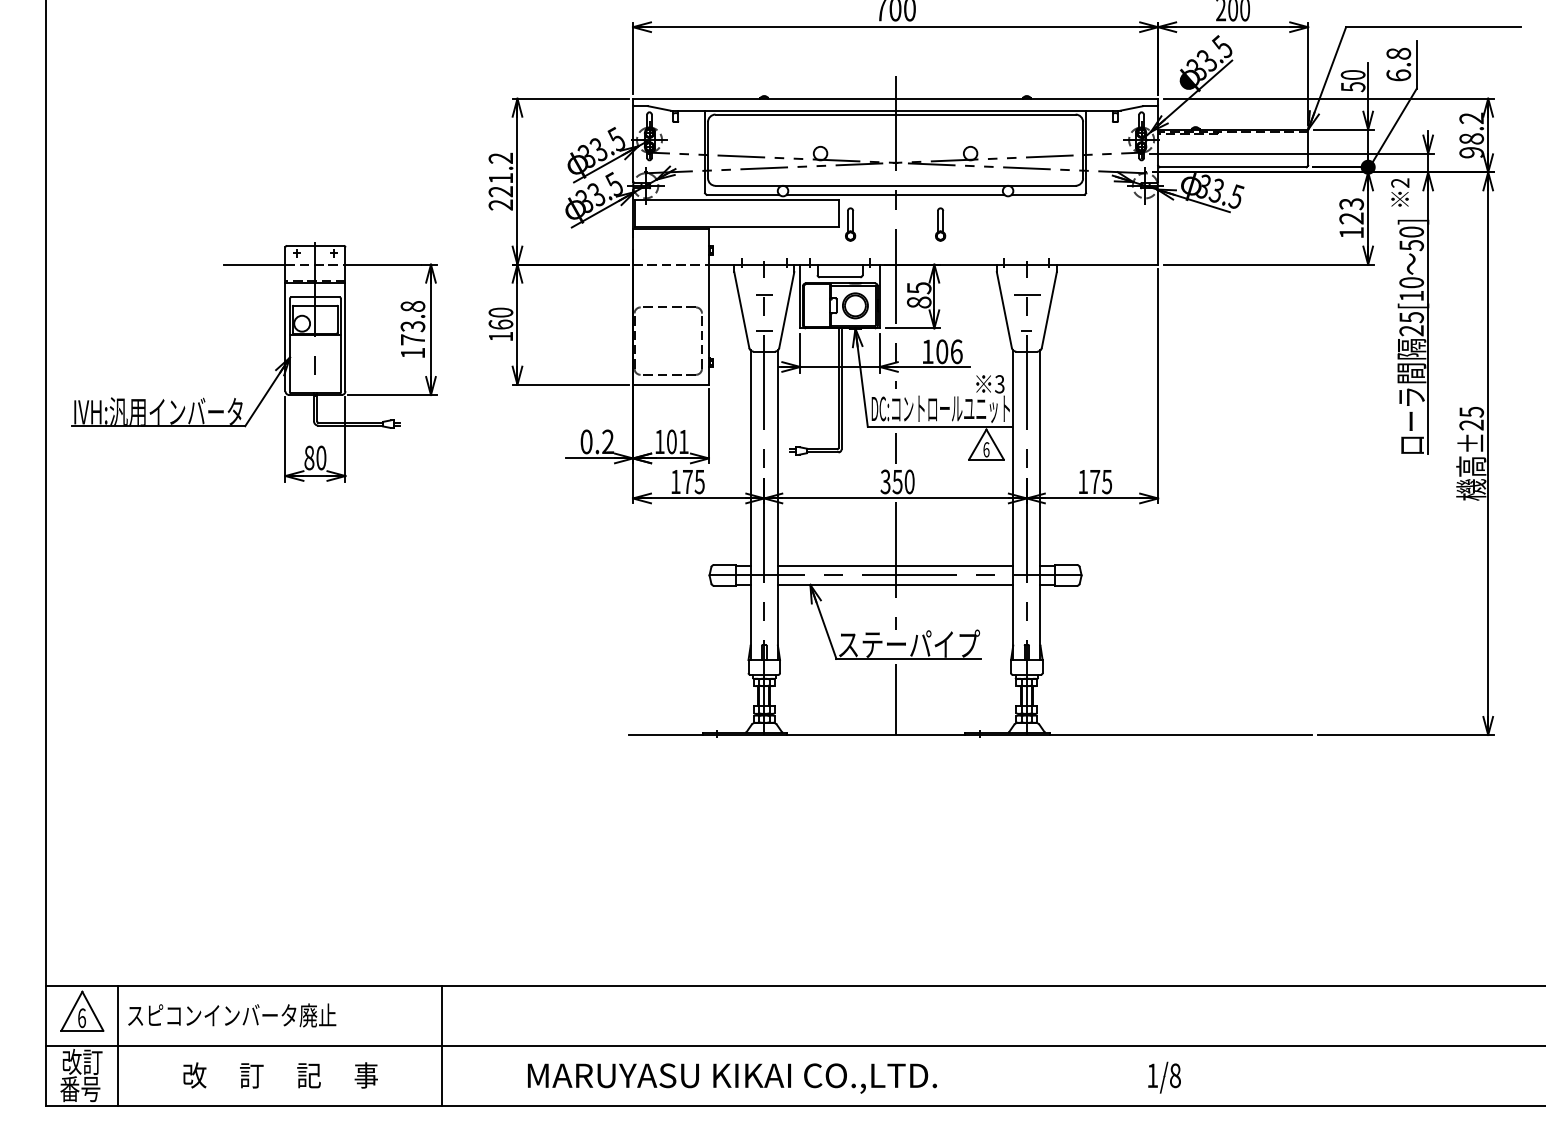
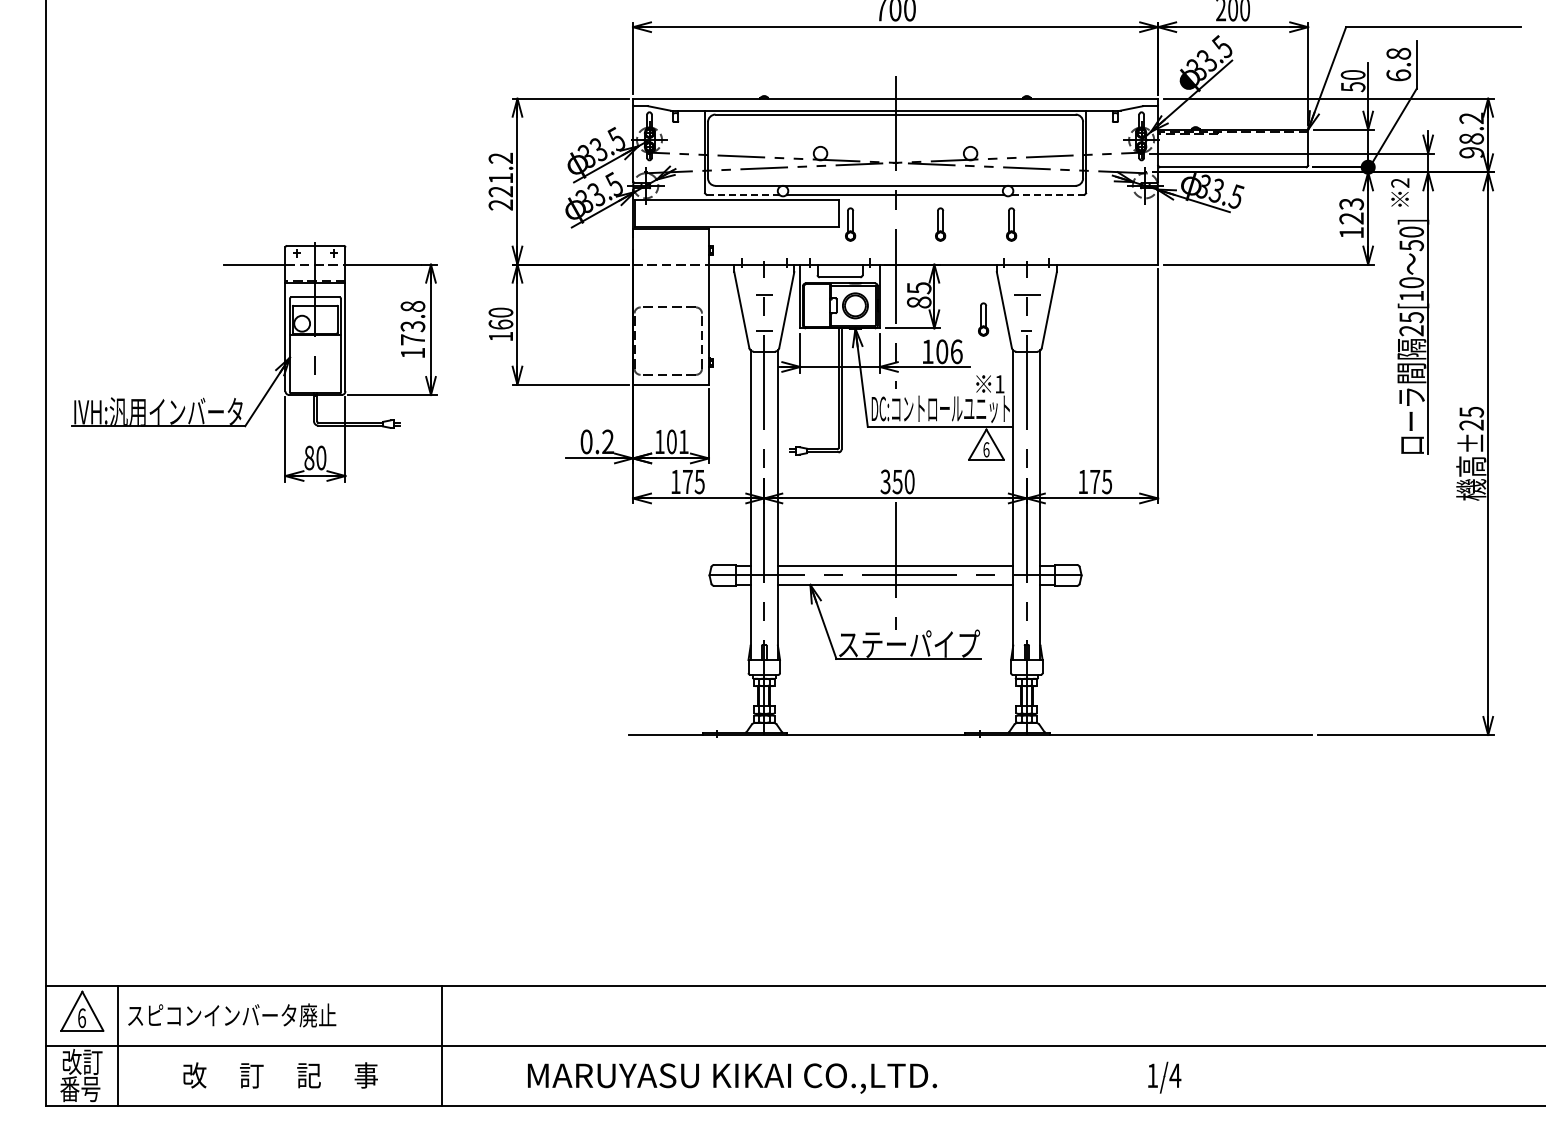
line at (743, 194): solid -> dashed
line at (1048, 194): solid -> dashed
part at (1011, 224): none -> present
part at (983, 319): none -> present
text at (999, 384): 3 -> 1
line at (895, 448): present -> none
line at (895, 699): present -> none
text at (1175, 1075): 1/8 -> 1/4
